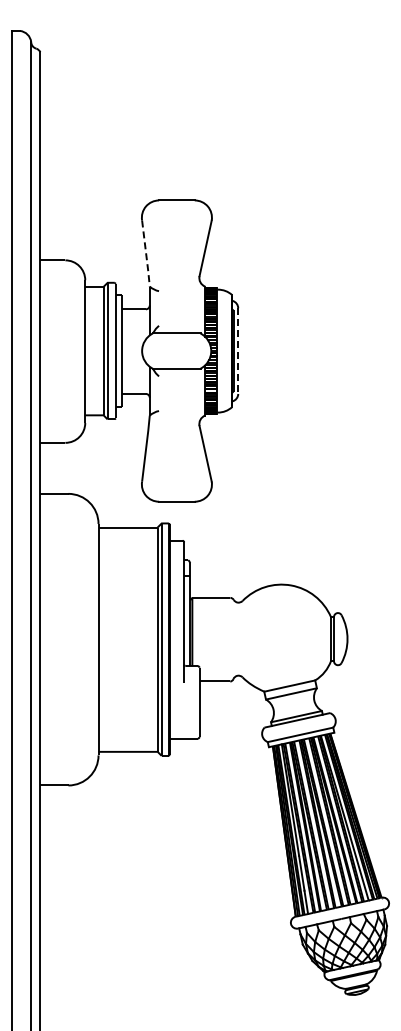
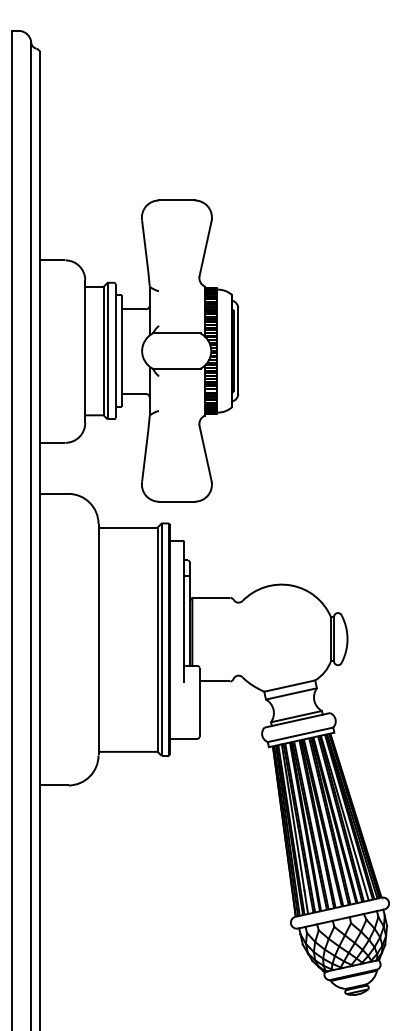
line at (146, 254): dashed -> solid
line at (238, 351): dashed -> solid
